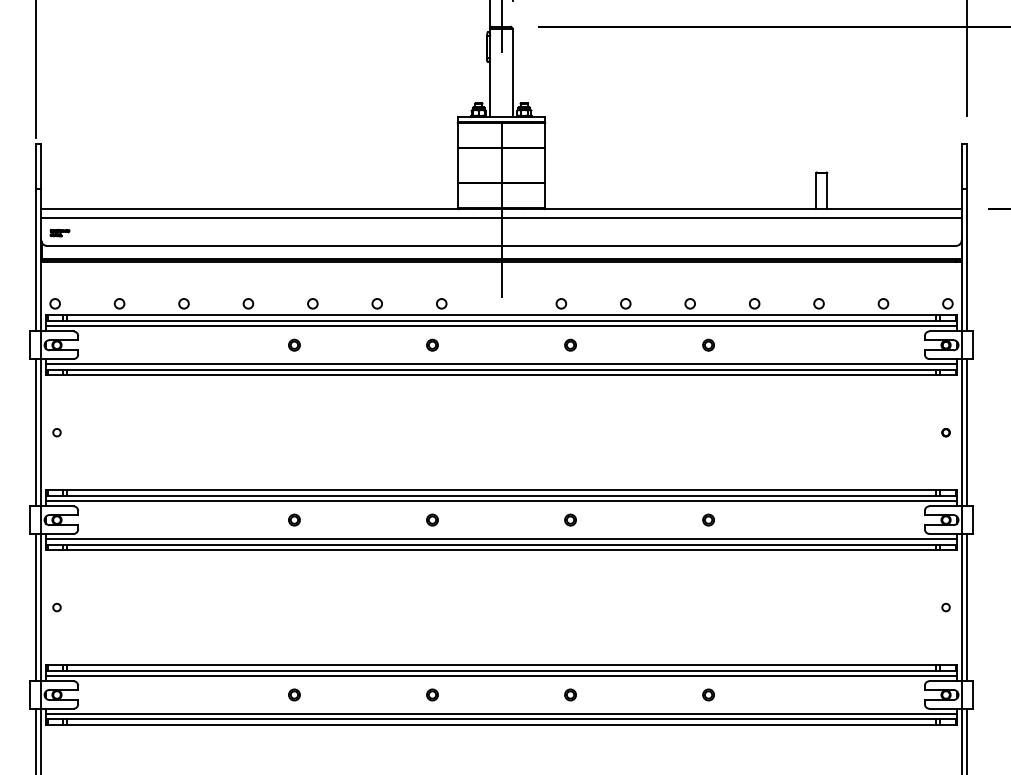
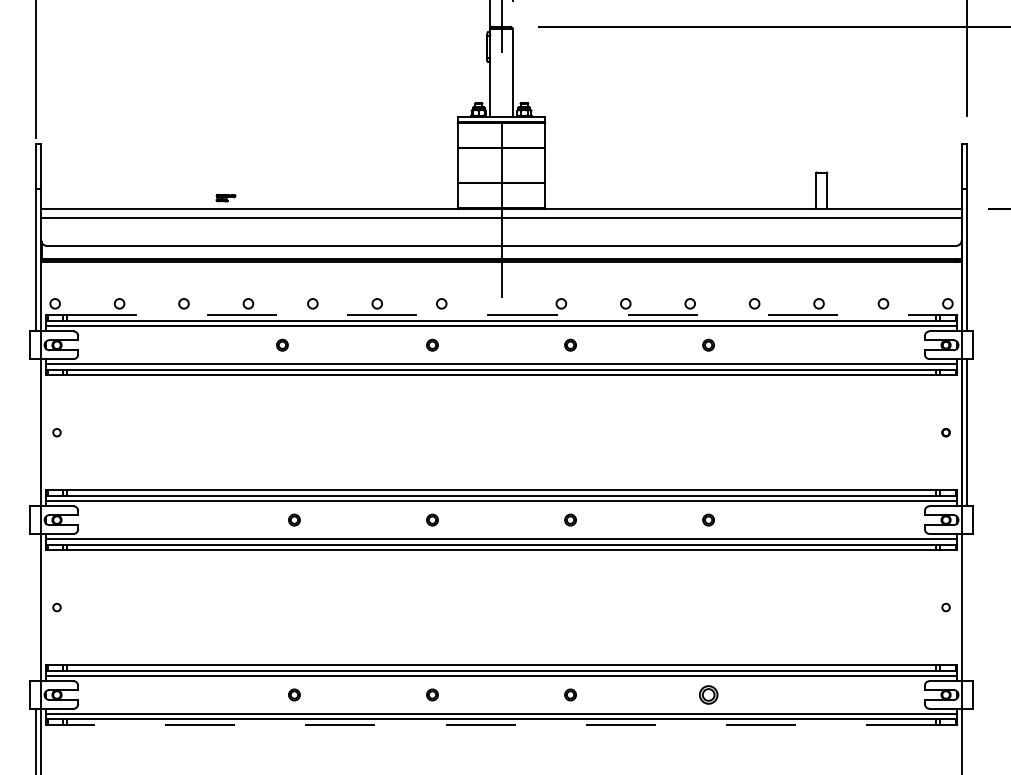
part at (59, 233) position: (59, 233) -> (225, 198)
line at (501, 315): solid -> dashed
part at (294, 344) position: (294, 344) -> (282, 344)
line at (35, 432): present -> none
line at (35, 607): present -> none
line at (967, 607): present -> none
part at (708, 694) size: 13x14 px -> 20x20 px
line at (501, 724): solid -> dashed
line at (967, 739): present -> none
